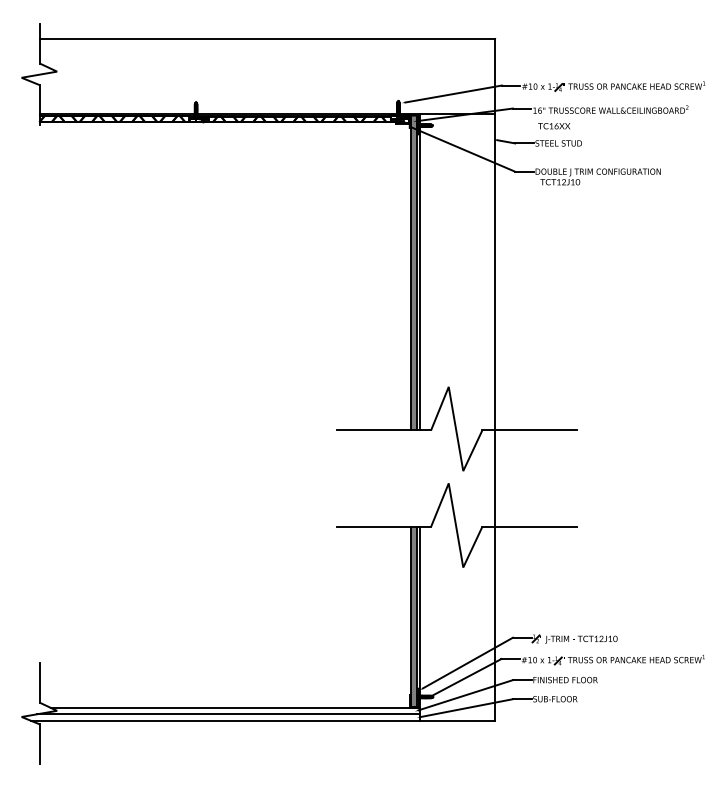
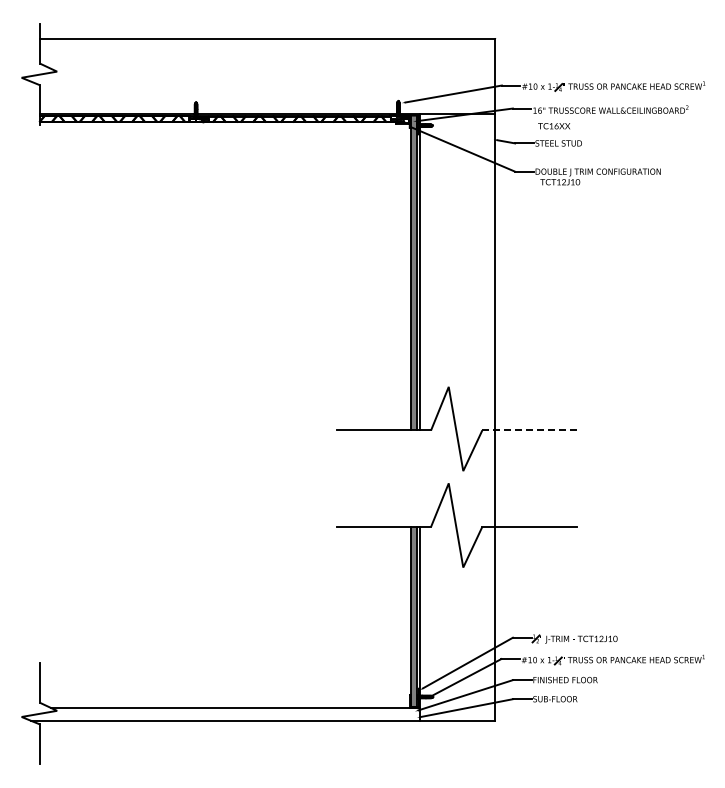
line at (530, 430): solid -> dashed
line at (227, 714): present -> none
